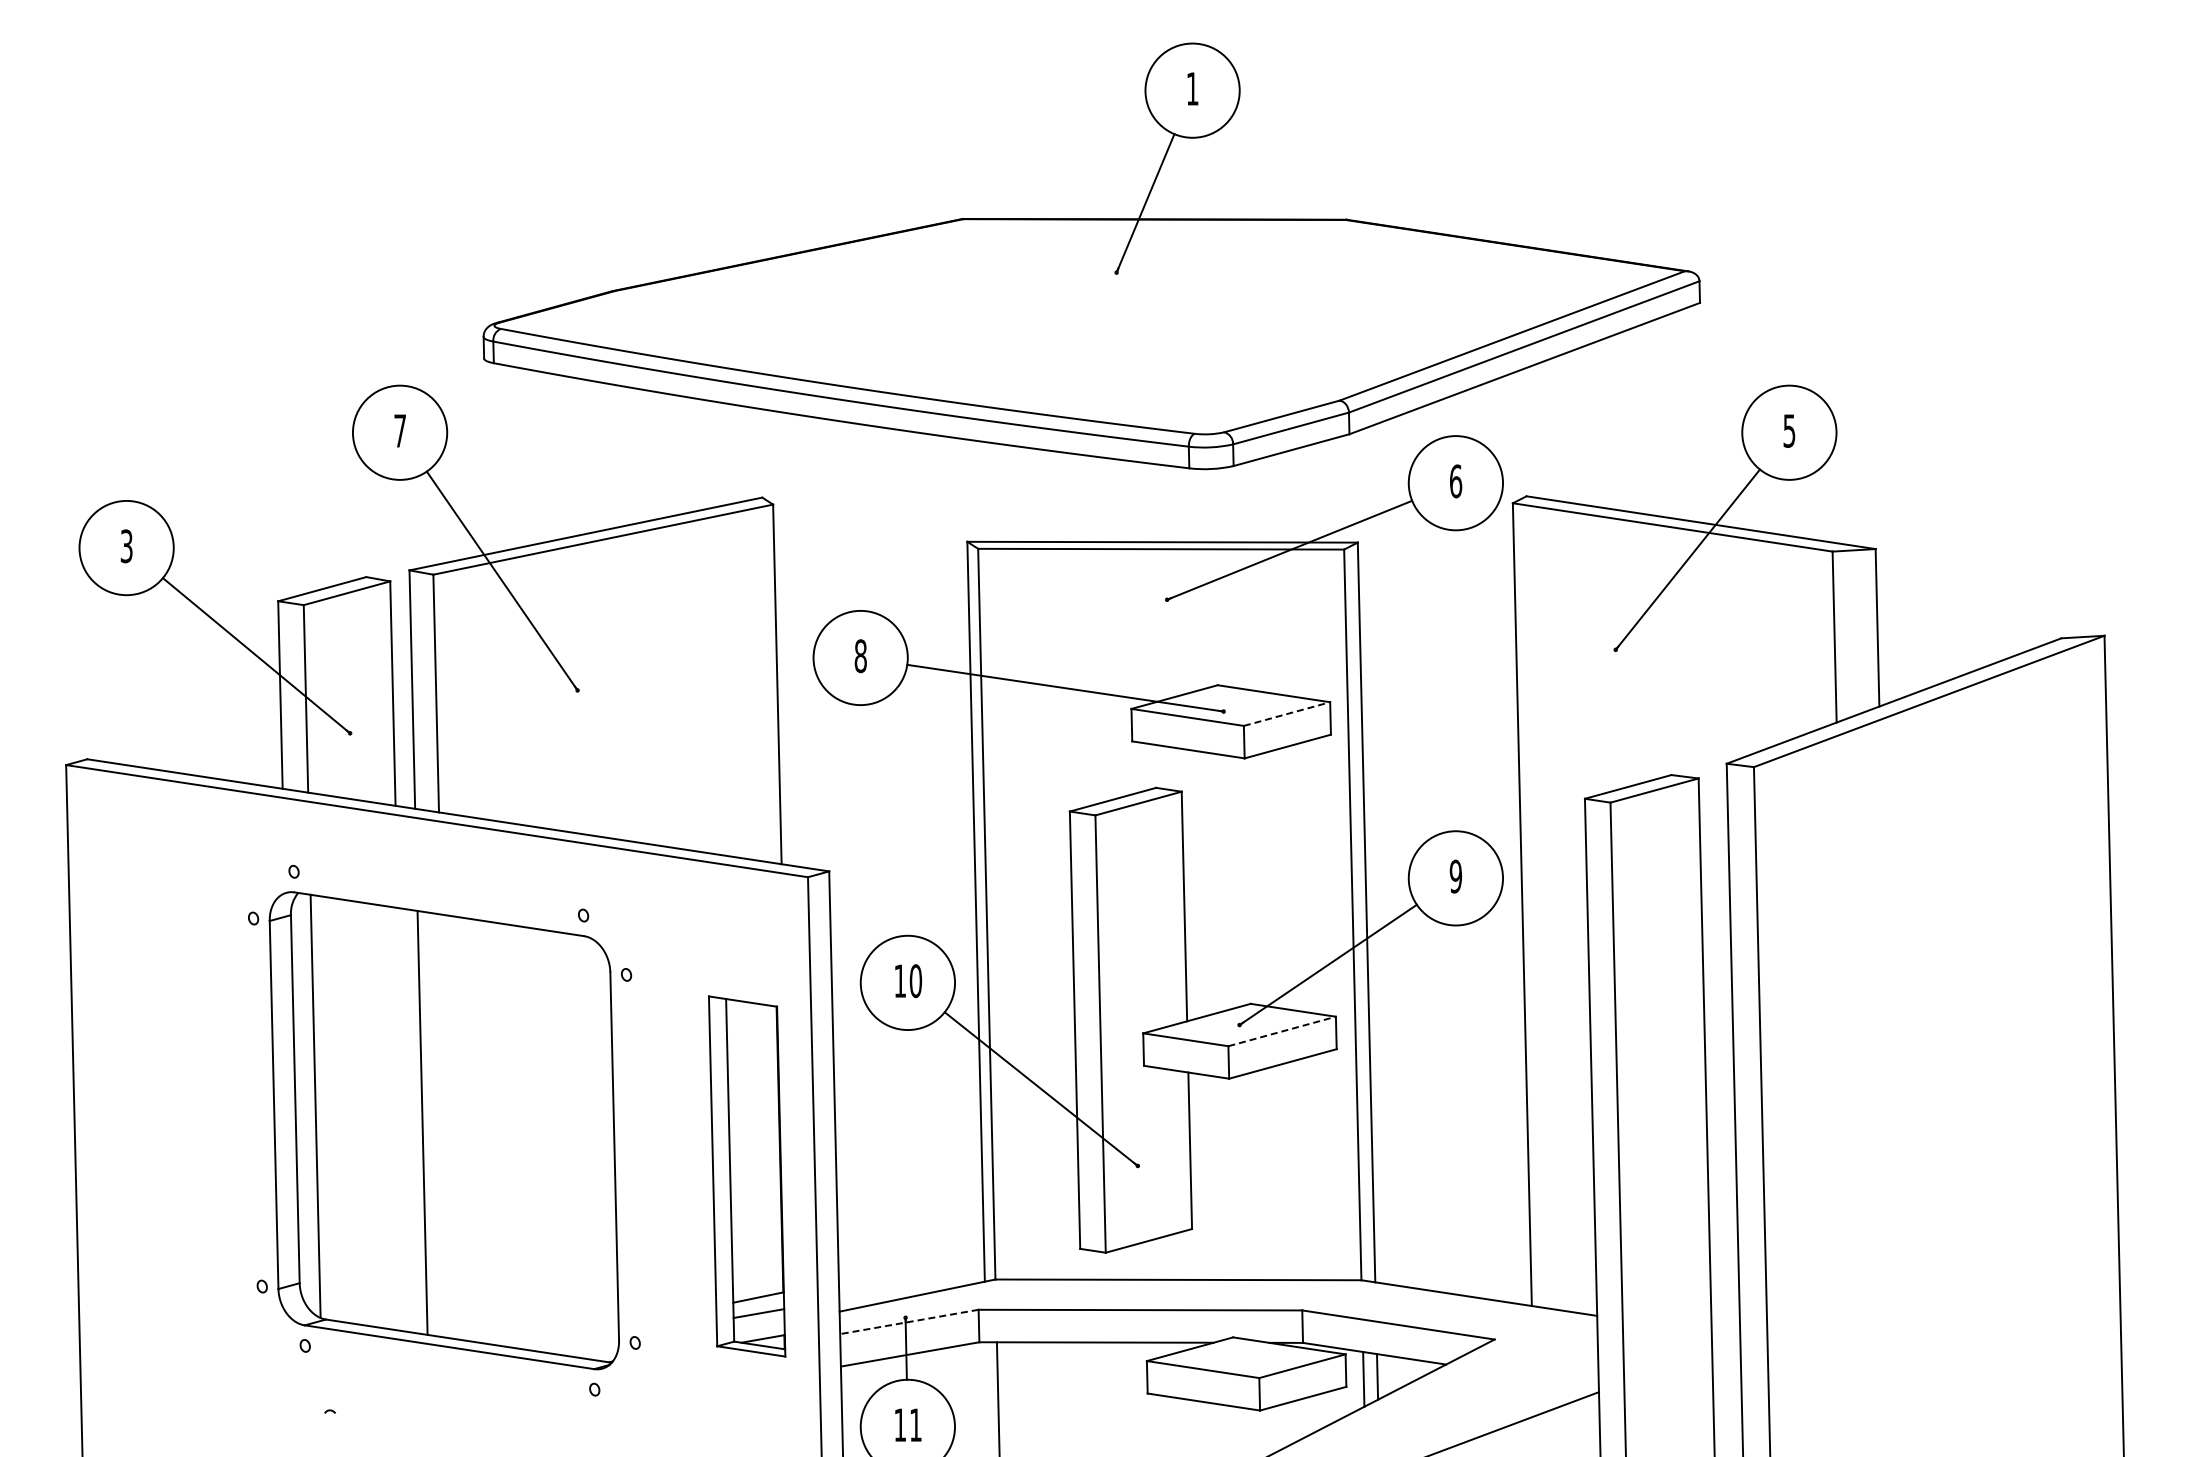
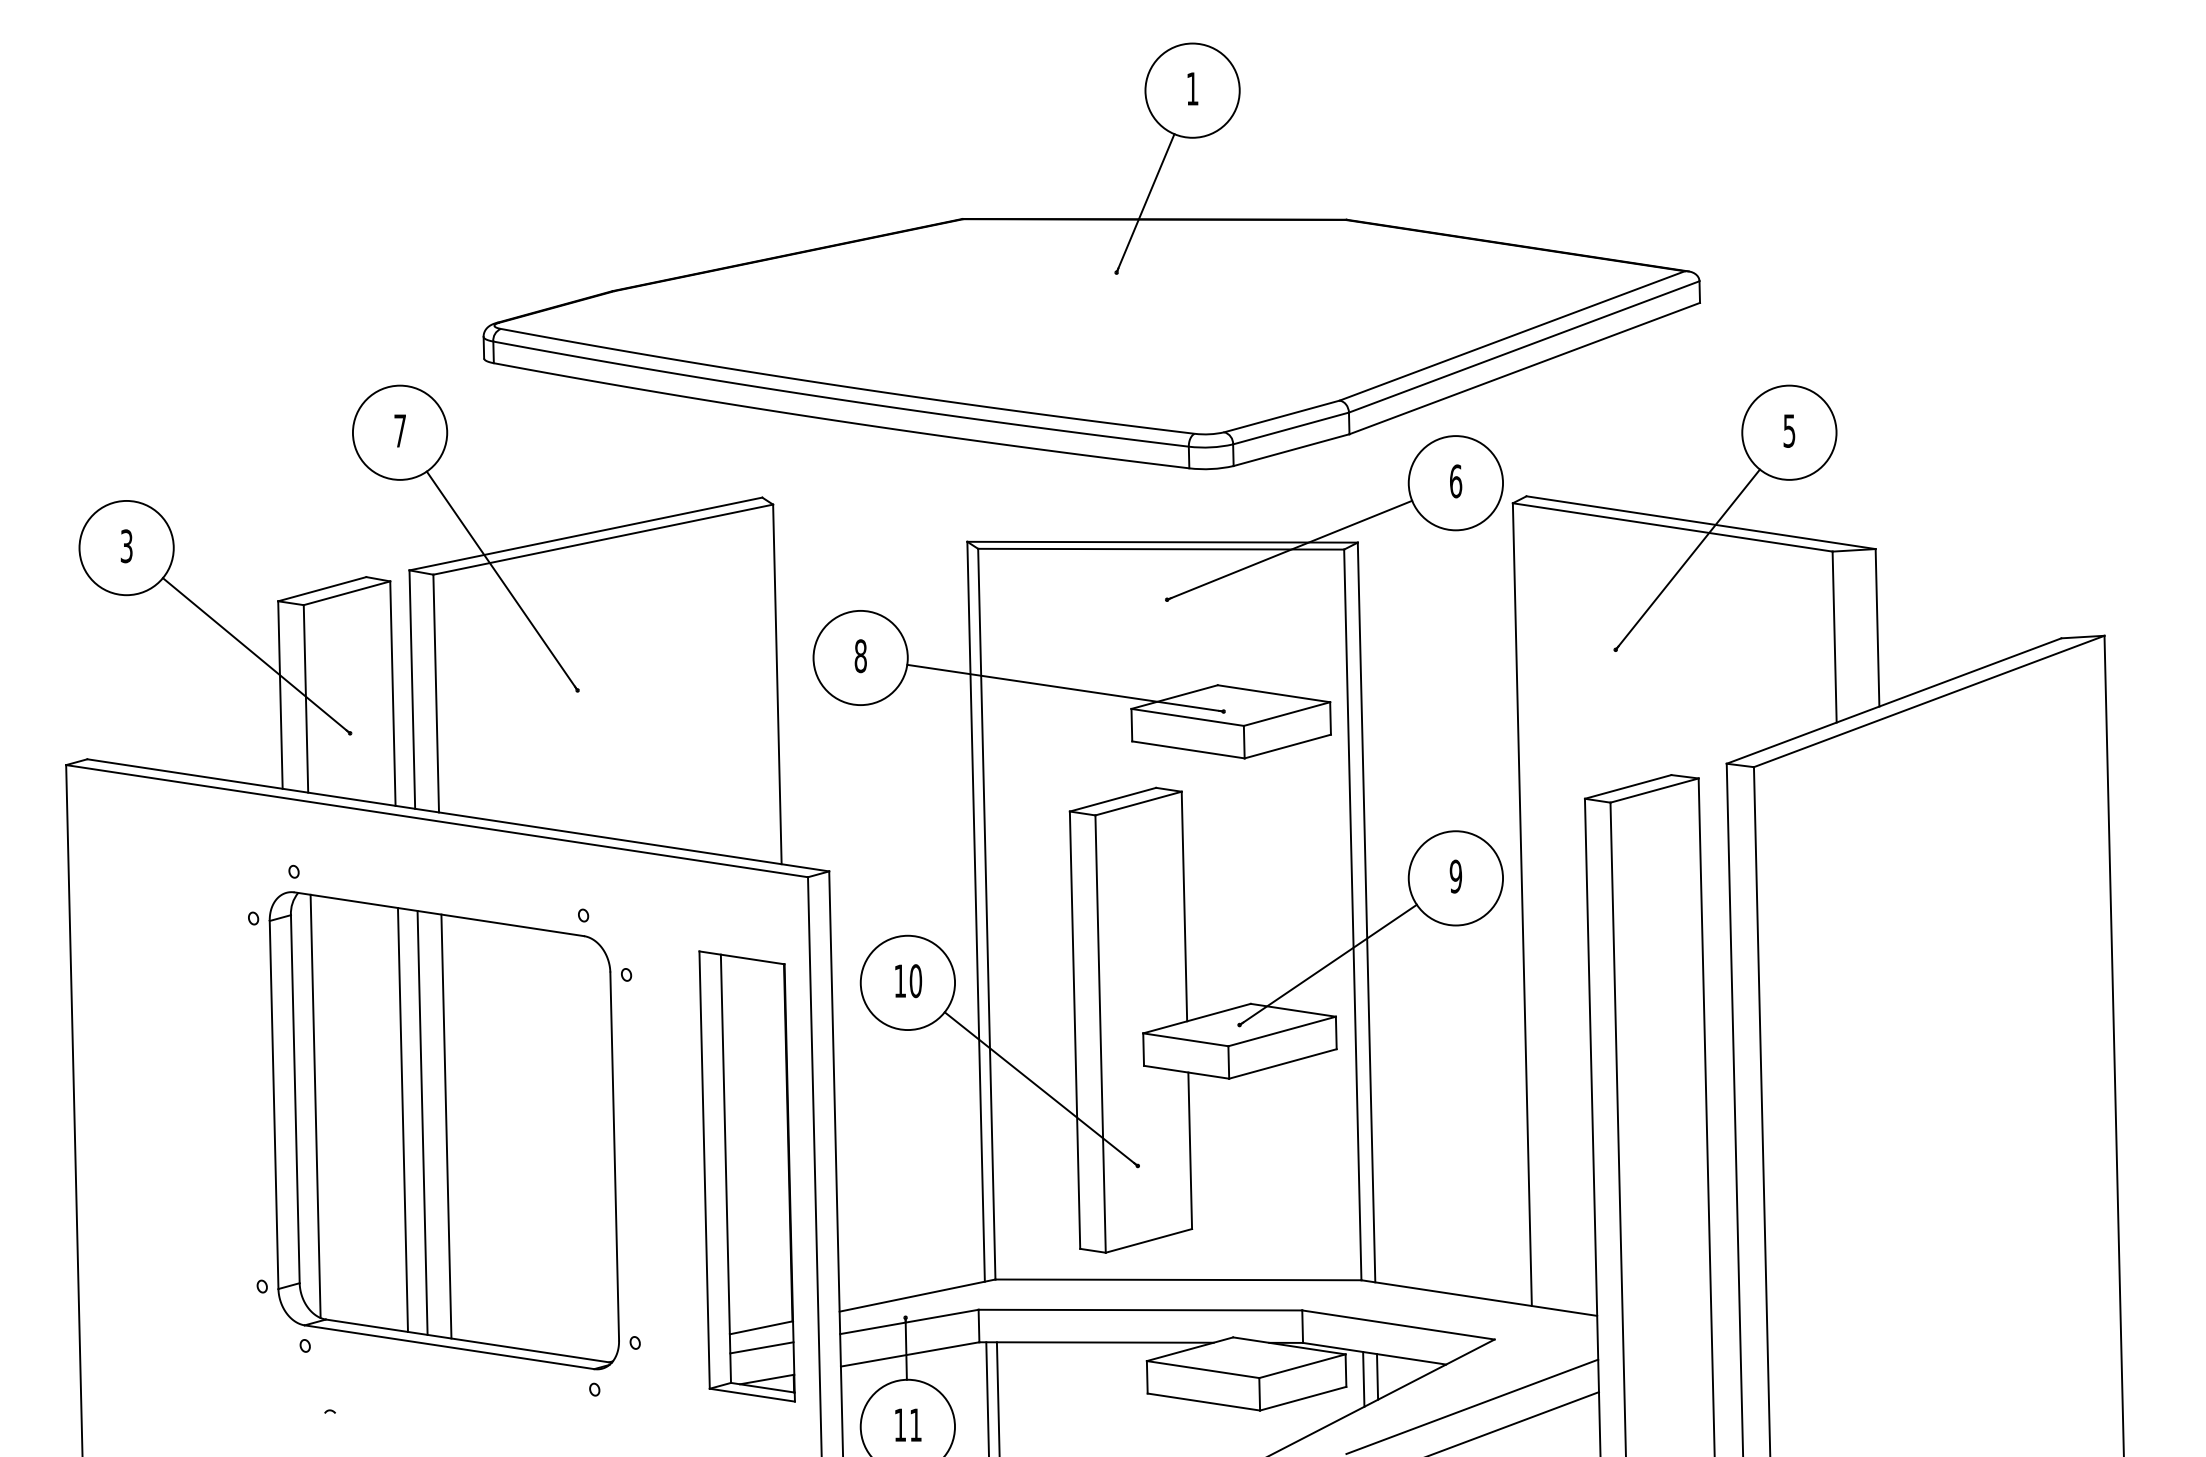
line at (1287, 714): dashed -> solid
line at (1282, 1031): dashed -> solid
line at (402, 1119): none -> present
line at (446, 1126): none -> present
part at (747, 1176) size: 79x363 px -> 98x453 px
line at (908, 1322): dashed -> solid
line at (987, 1397): none -> present
line at (1472, 1406): none -> present
